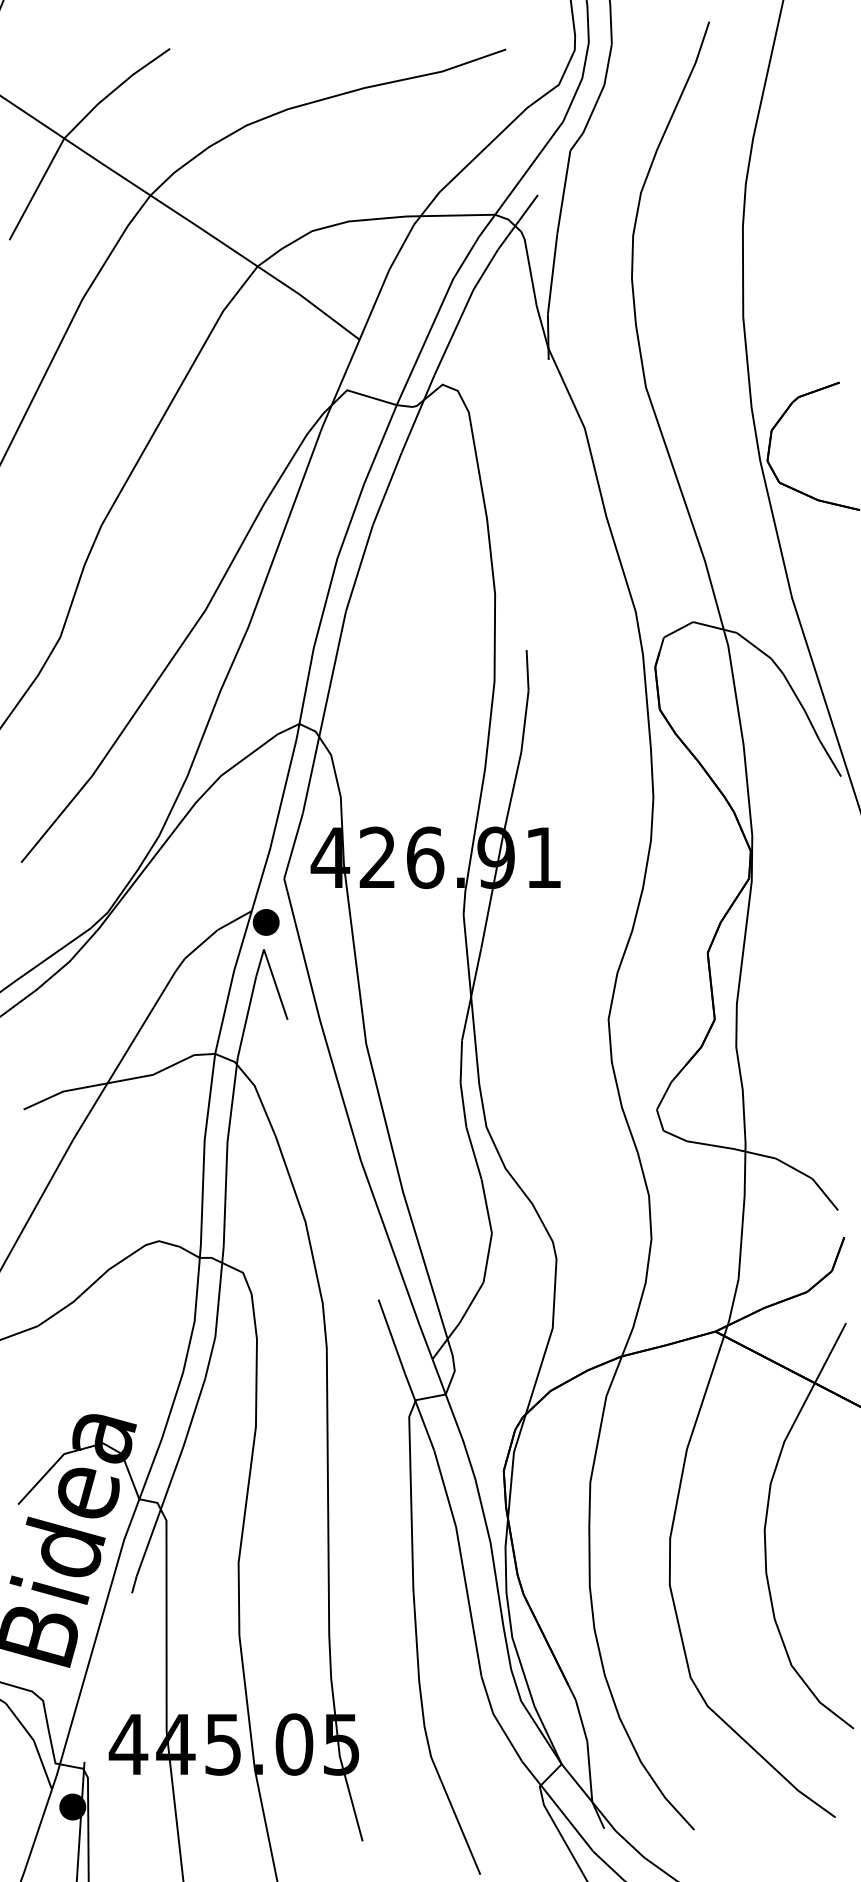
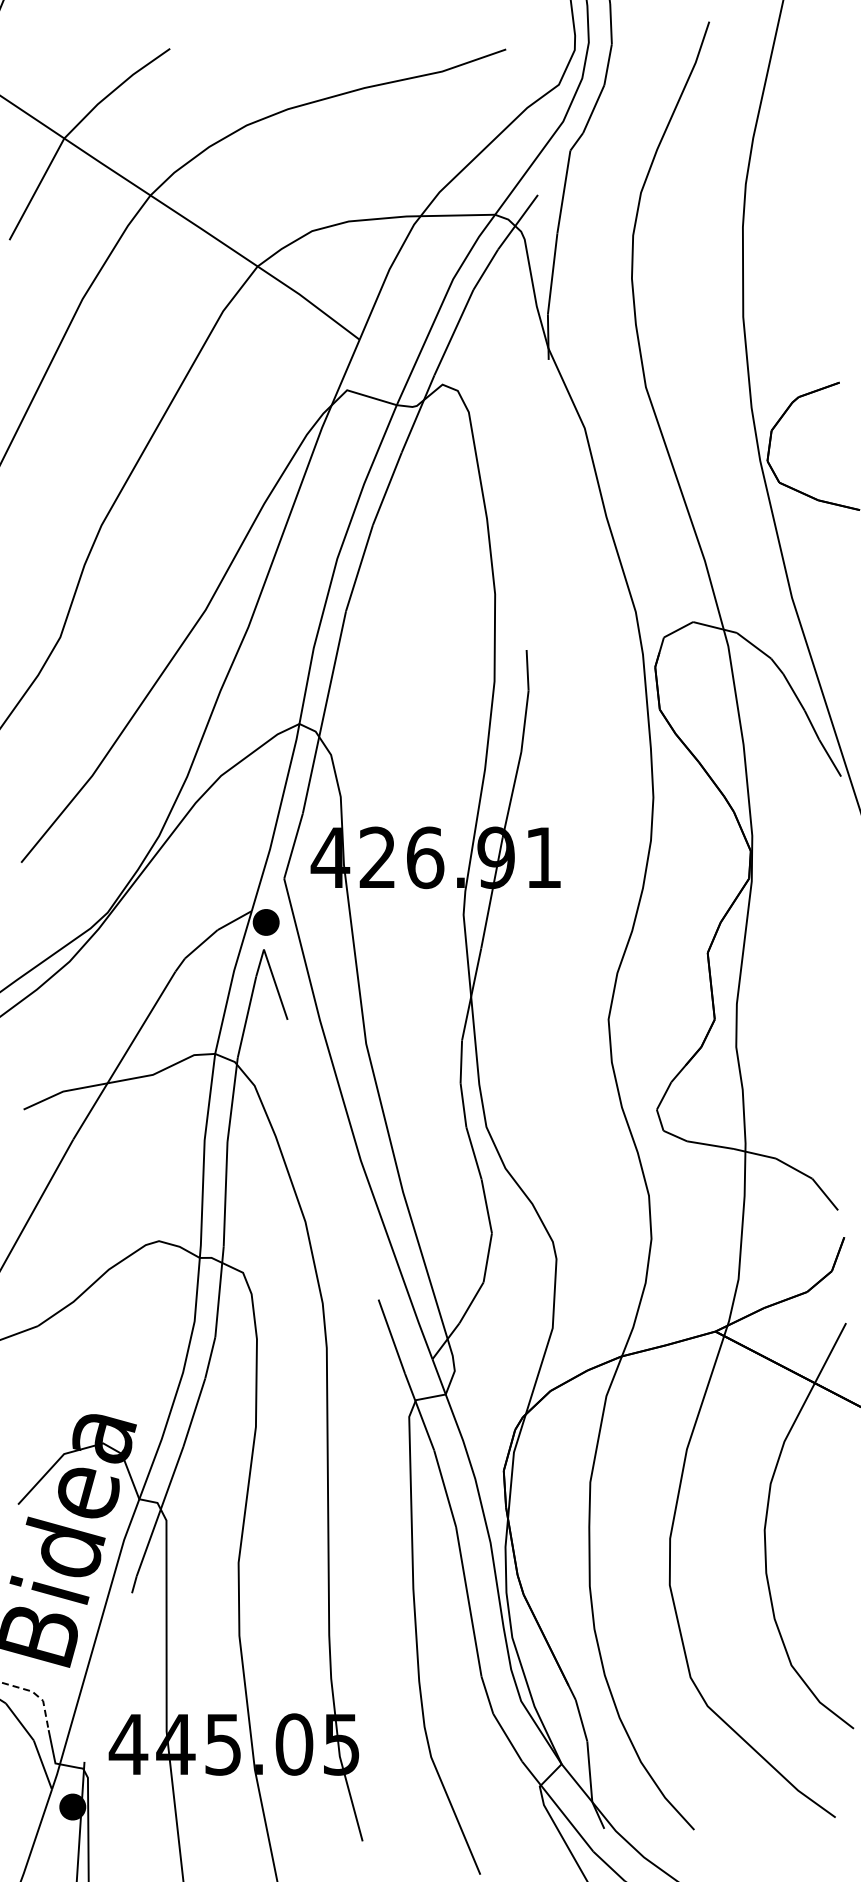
line at (36, 1695): solid -> dashed
